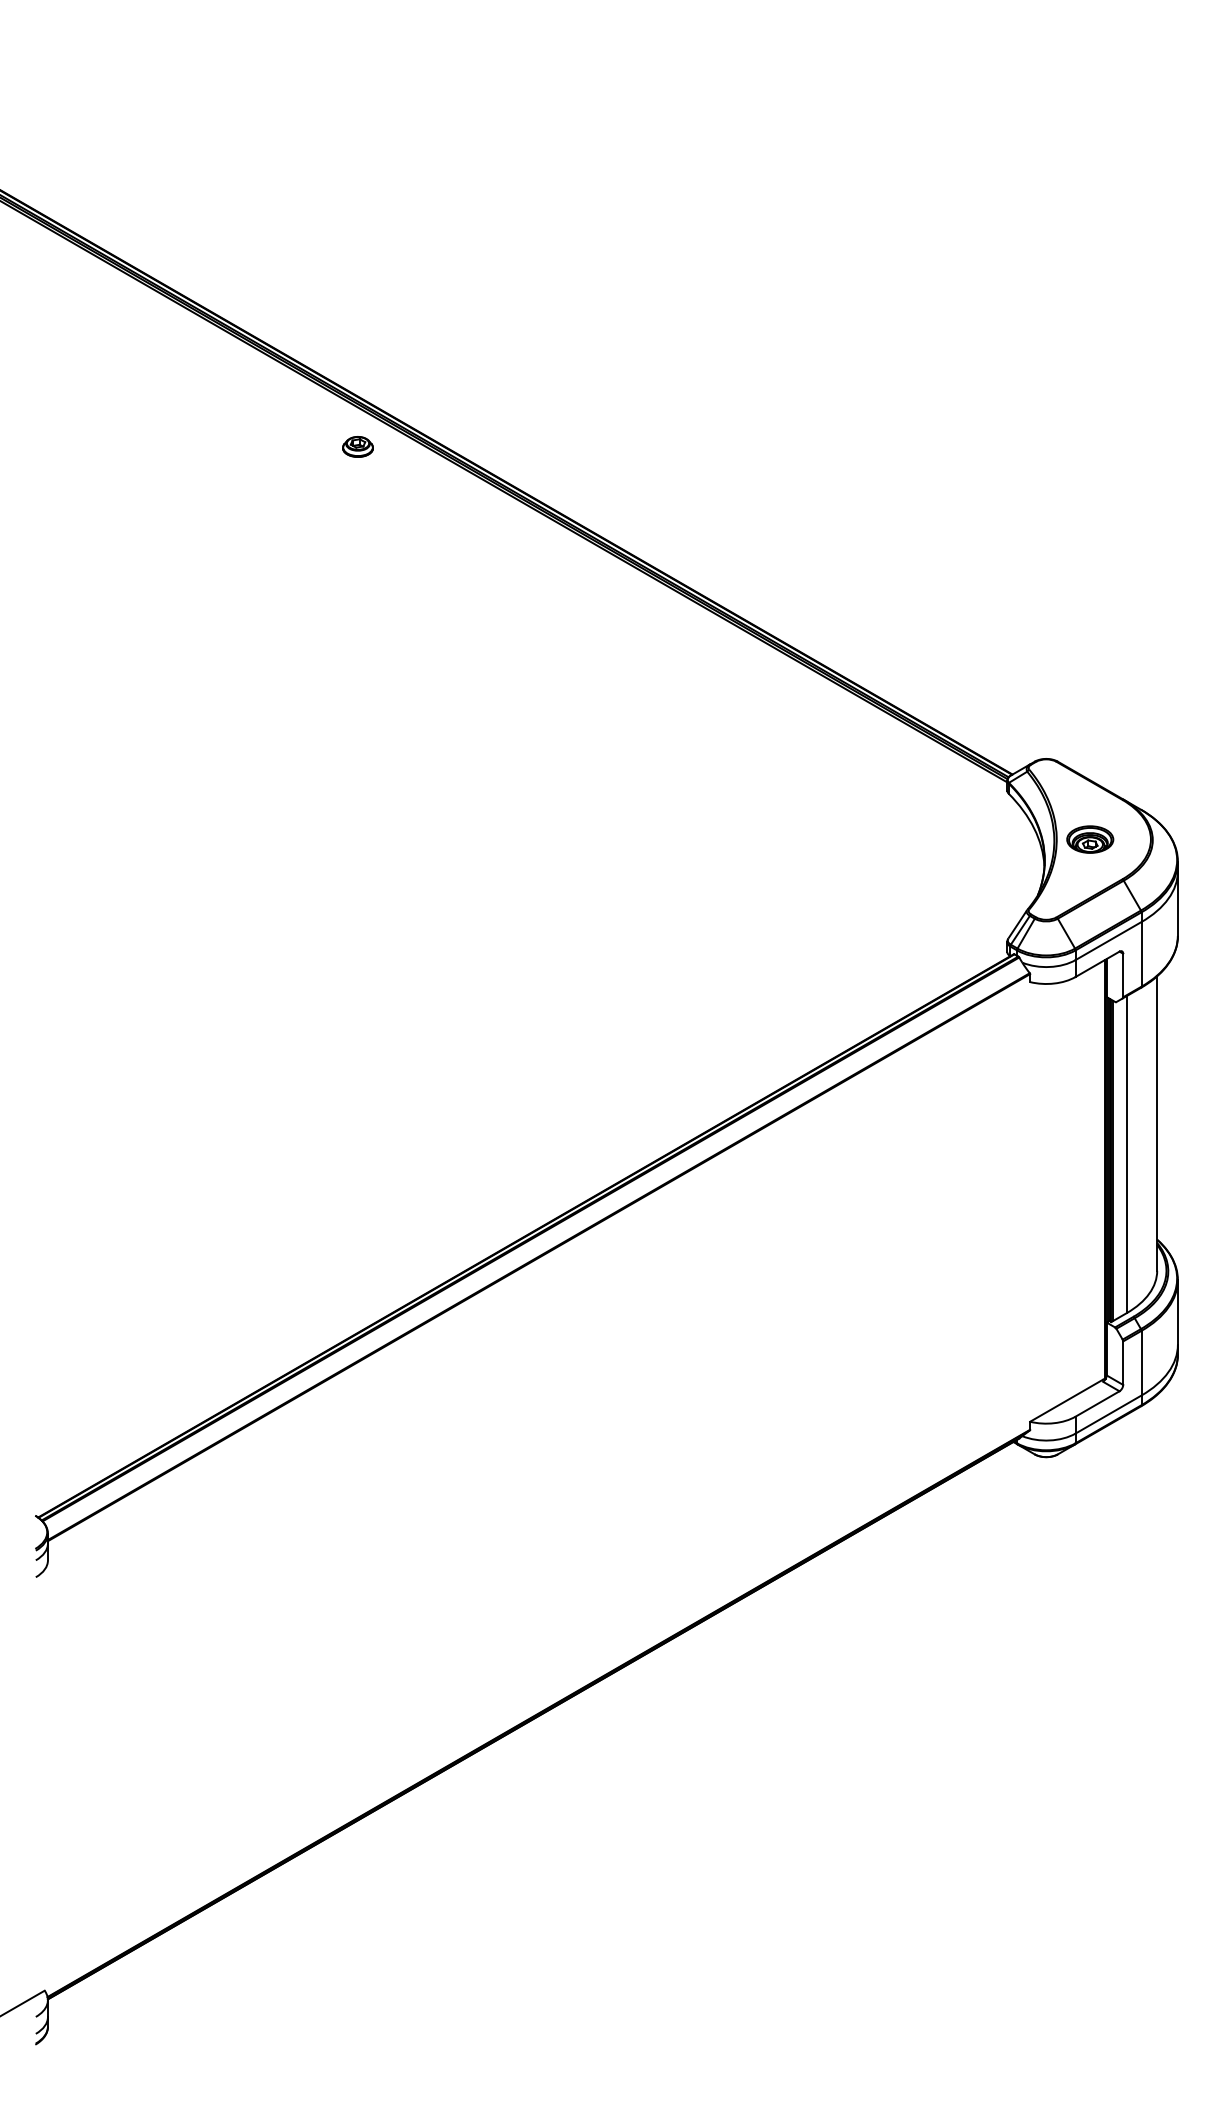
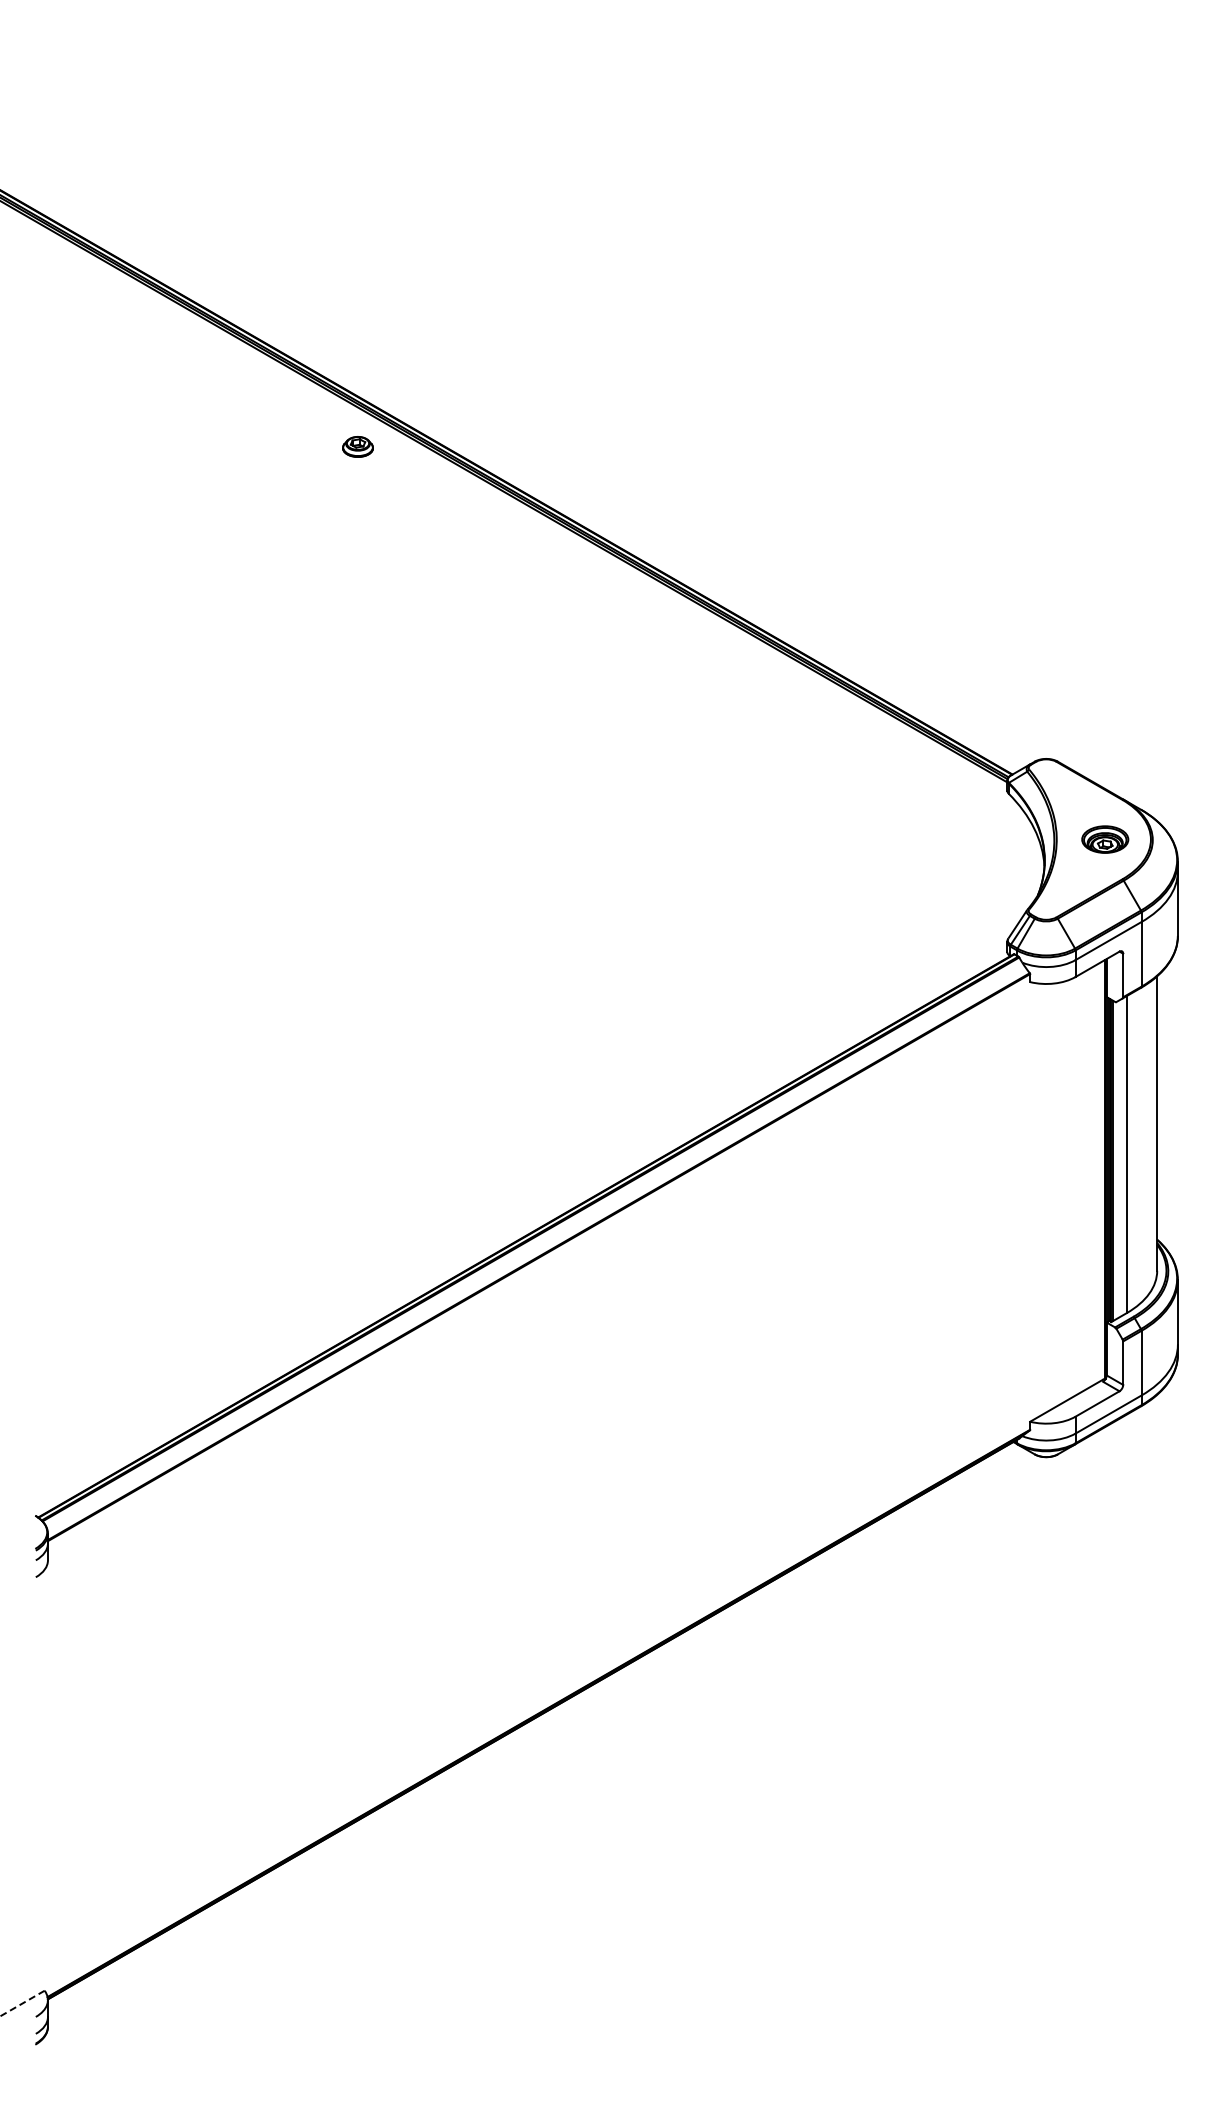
part at (1090, 839) position: (1090, 839) -> (1105, 839)
line at (22, 2003): solid -> dashed
